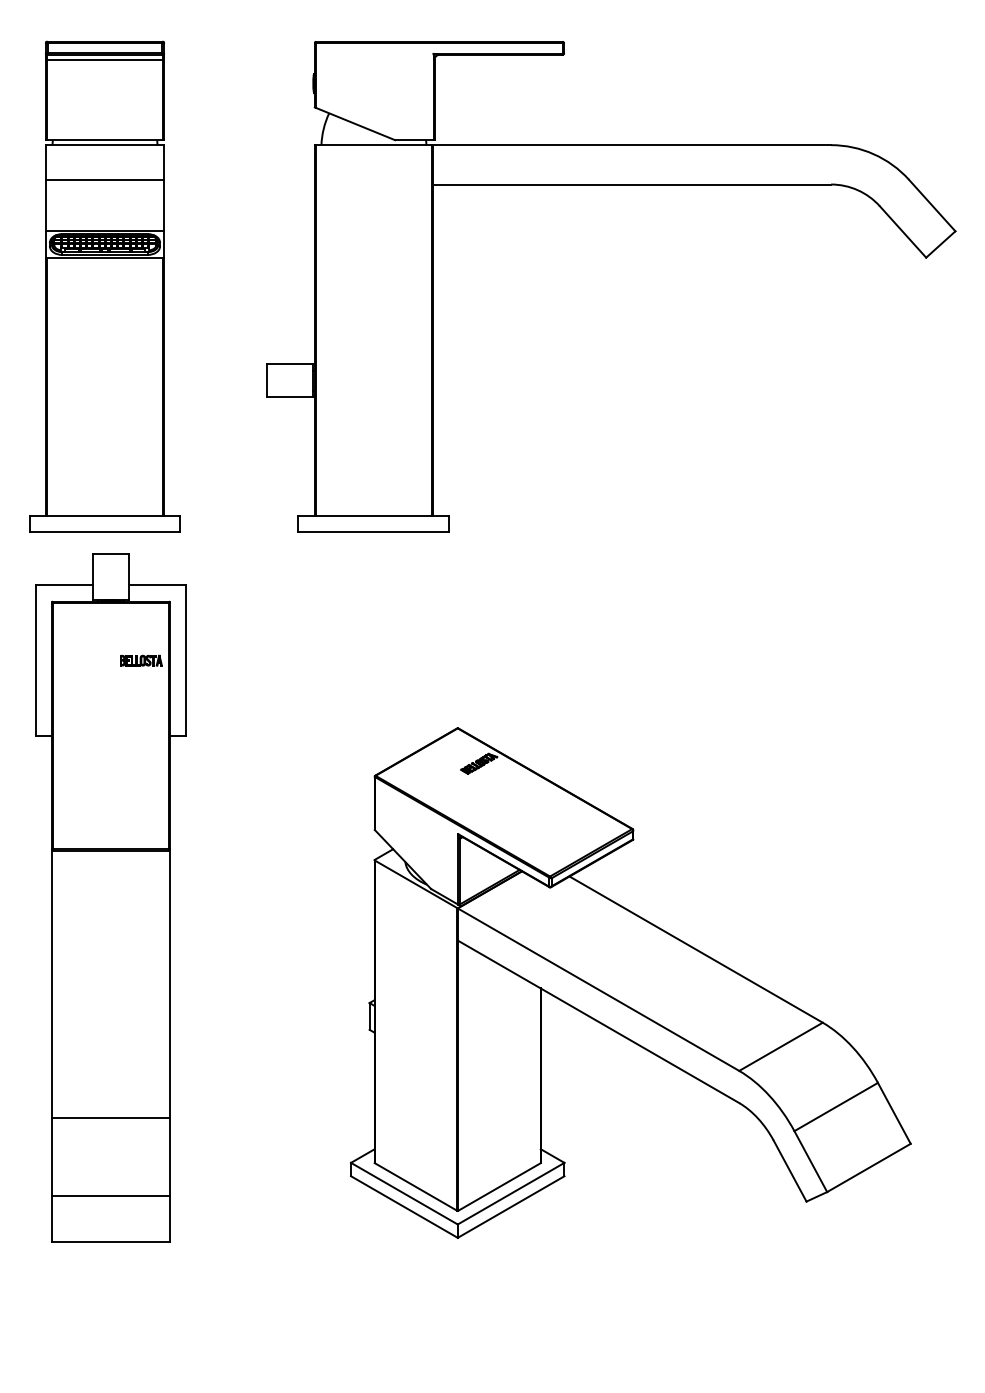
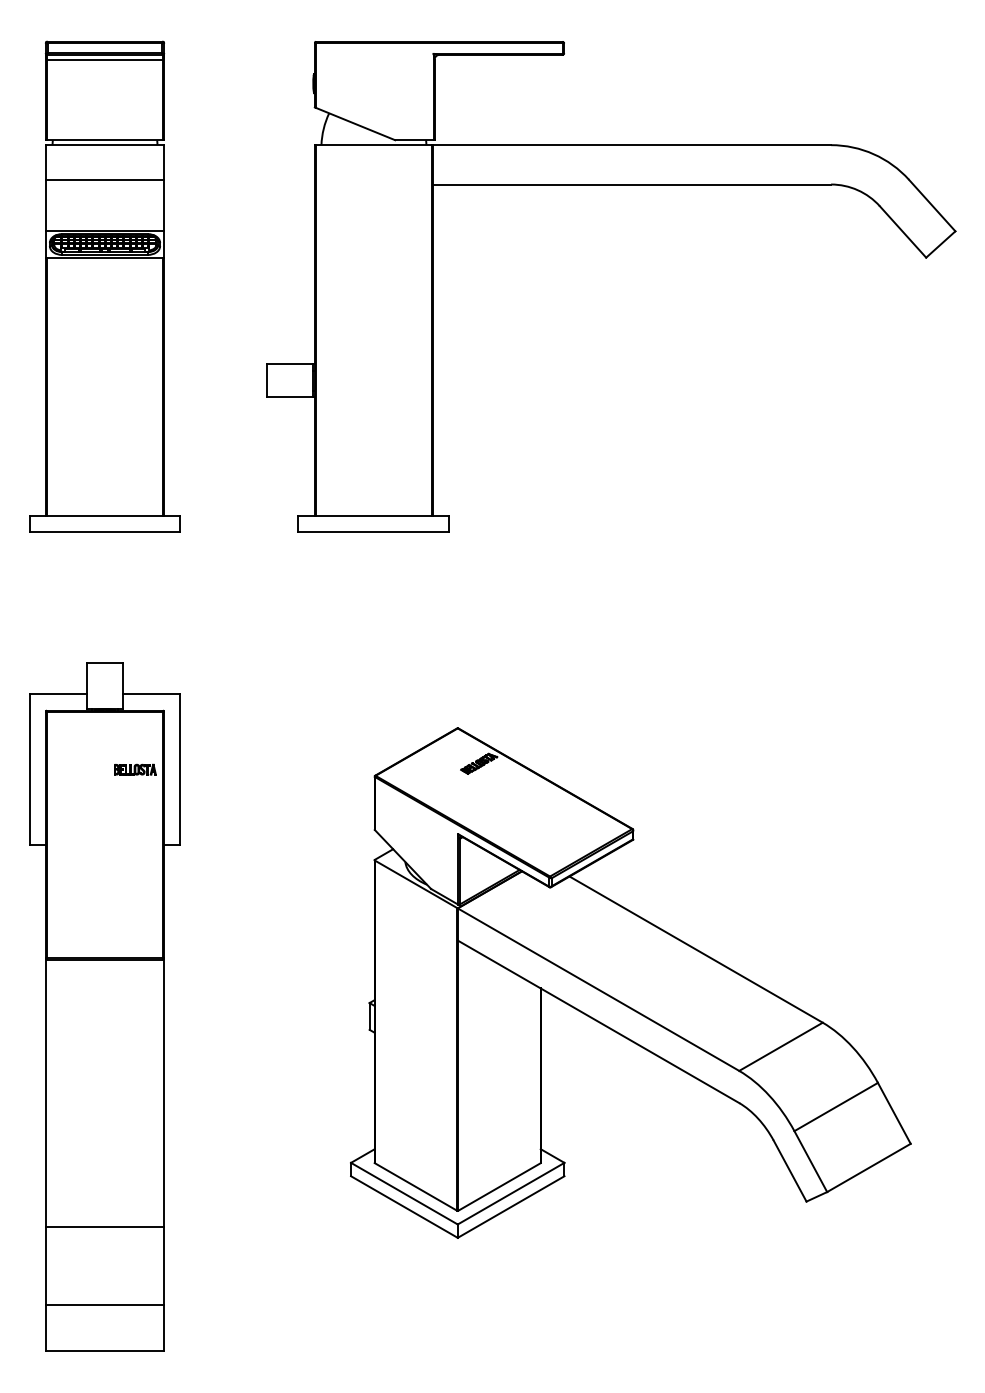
part at (110, 897) position: (110, 897) -> (104, 1006)
